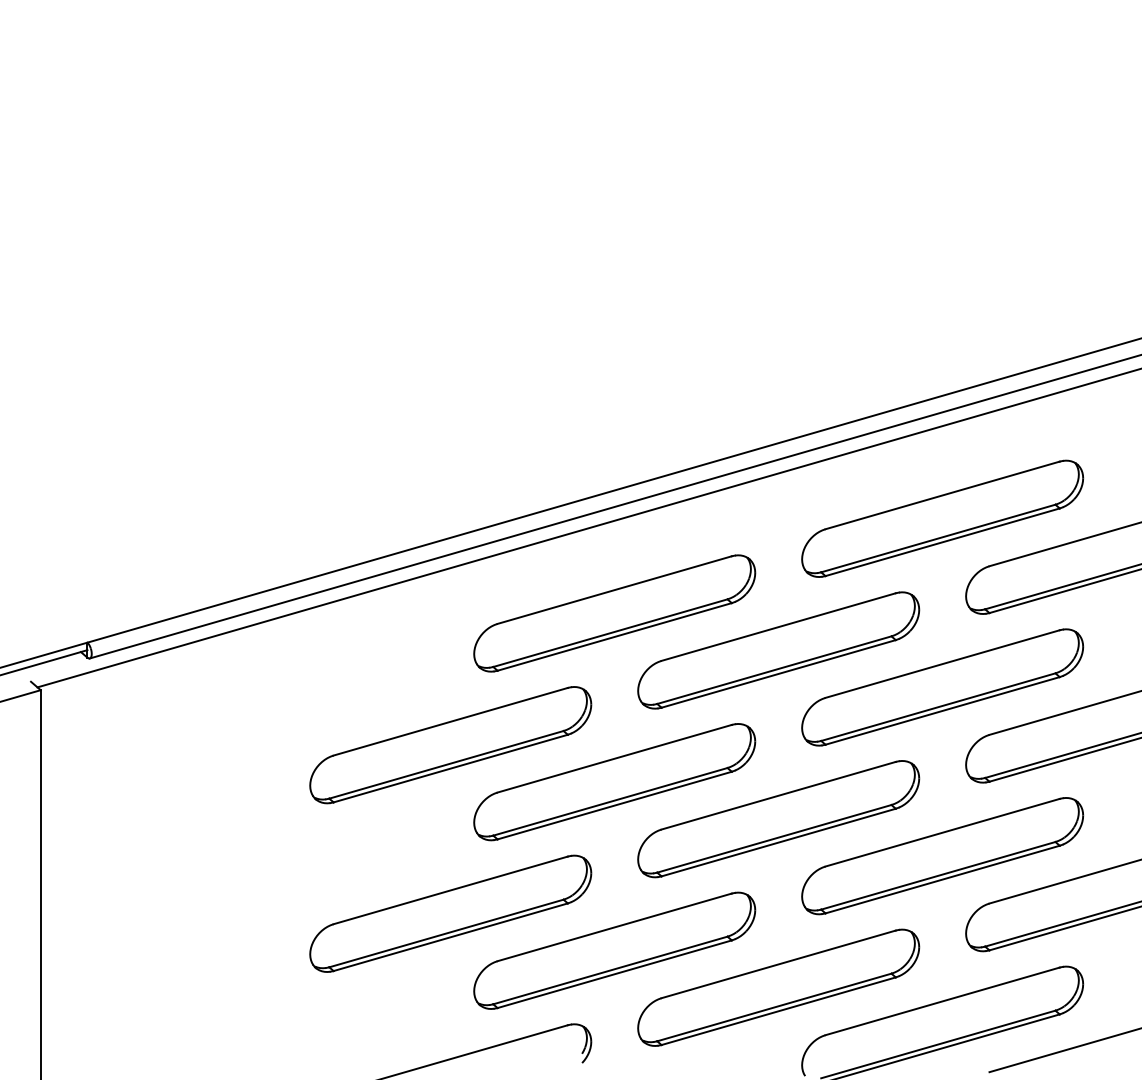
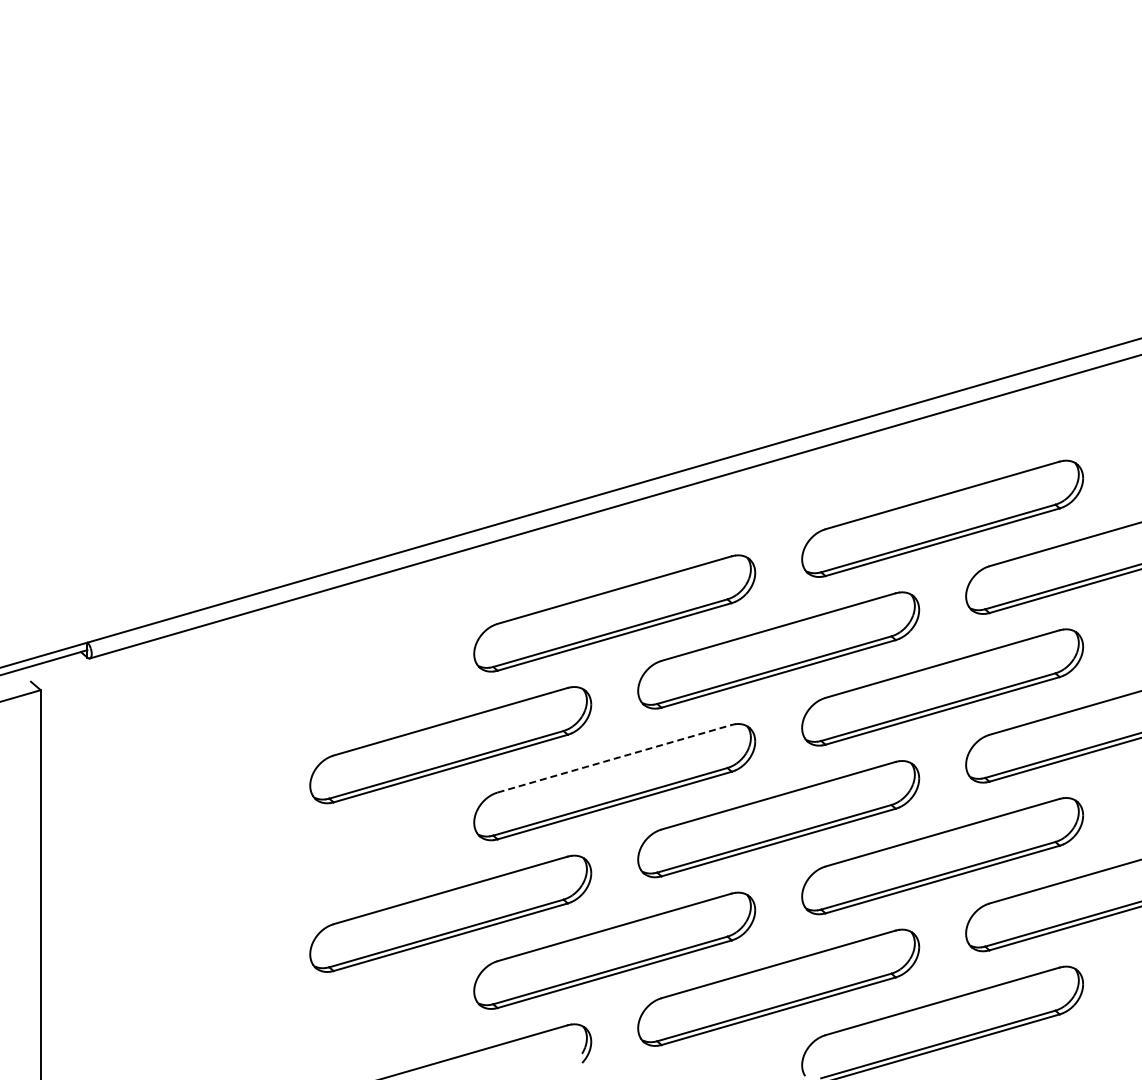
line at (587, 528): present -> none
line at (614, 758): solid -> dashed
line at (1063, 1050): present -> none
